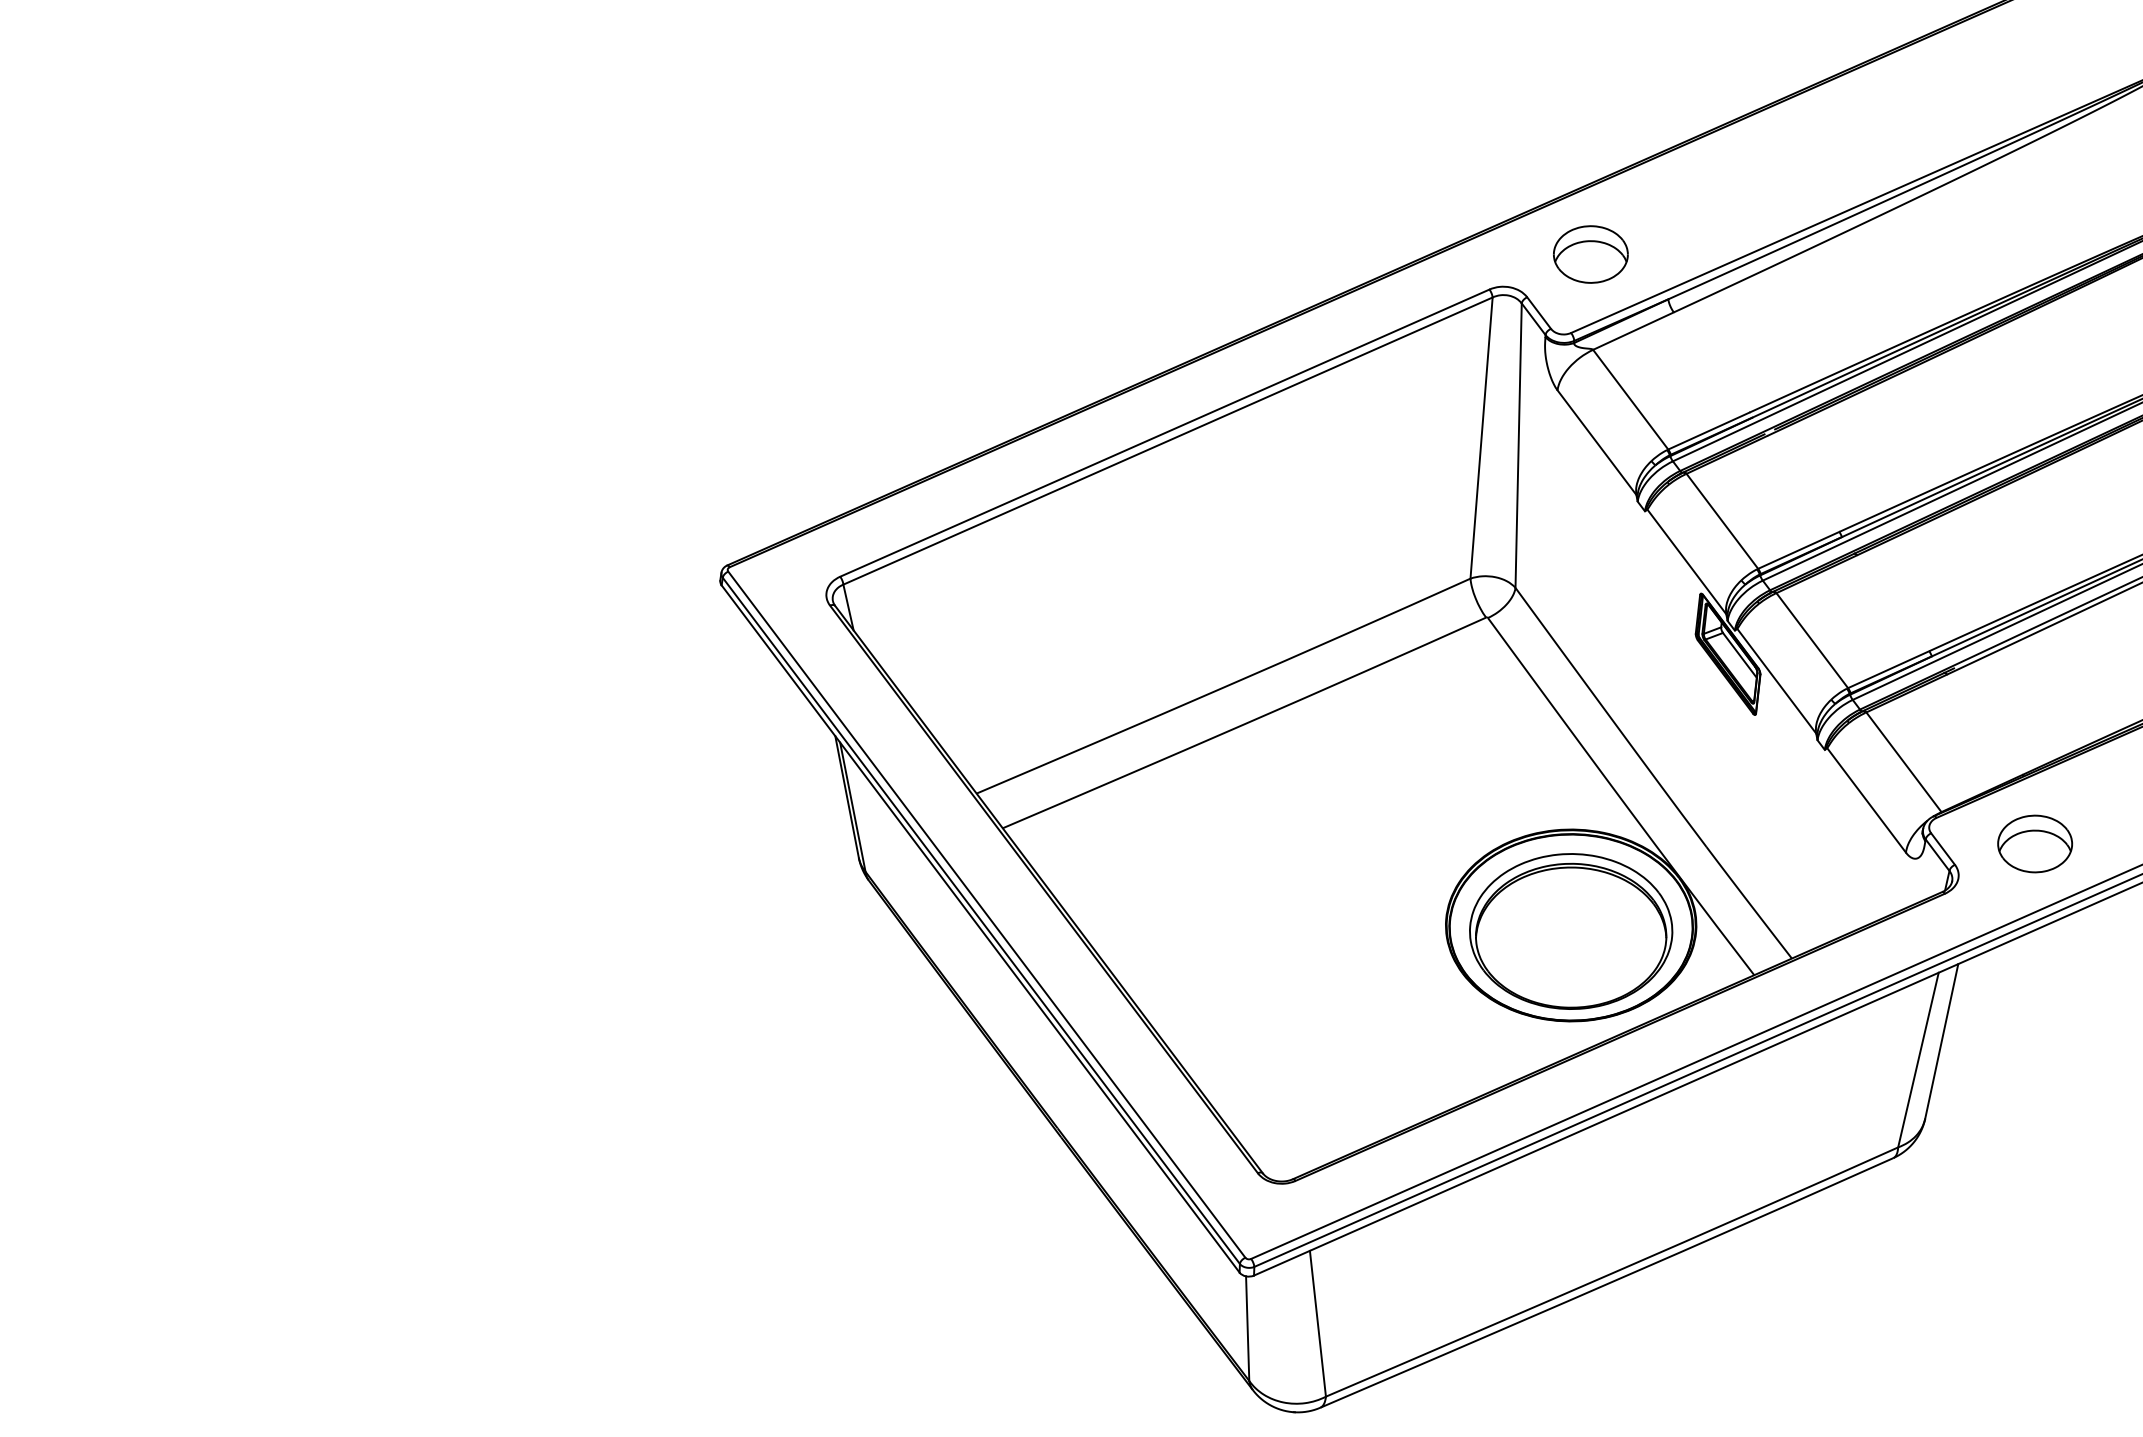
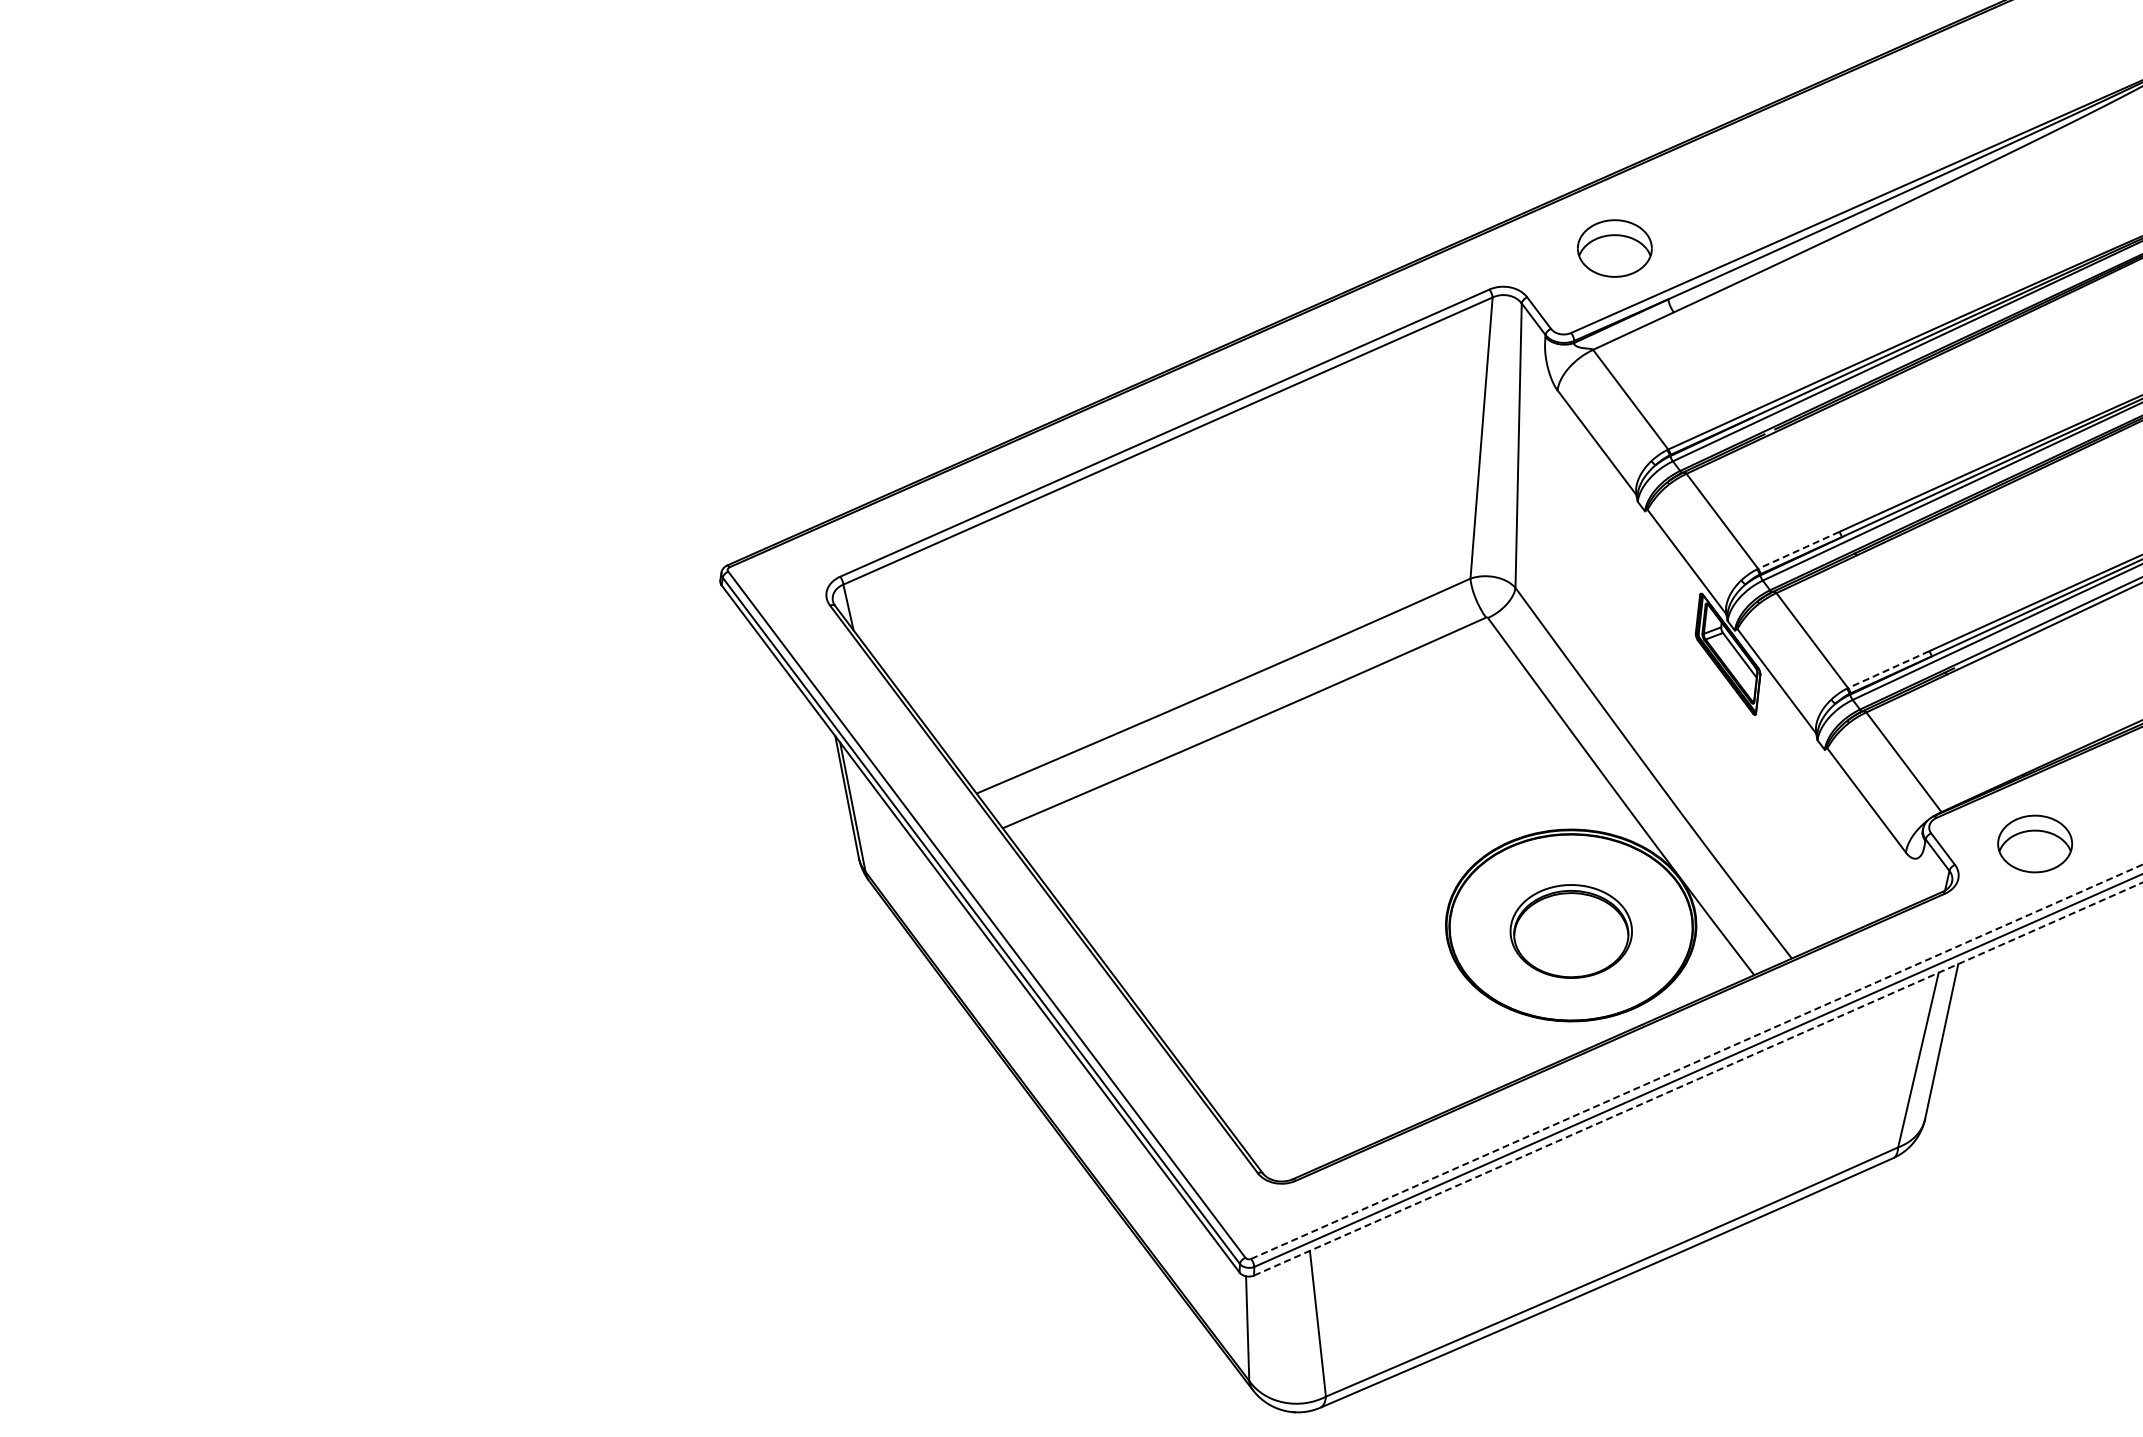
part at (1590, 254) position: (1590, 254) -> (1614, 248)
line at (1798, 550): solid -> dashed
line at (1888, 669): solid -> dashed
part at (1571, 931) size: 205x157 px -> 124x95 px
line at (1697, 1061): solid -> dashed
line at (1698, 1079): solid -> dashed
